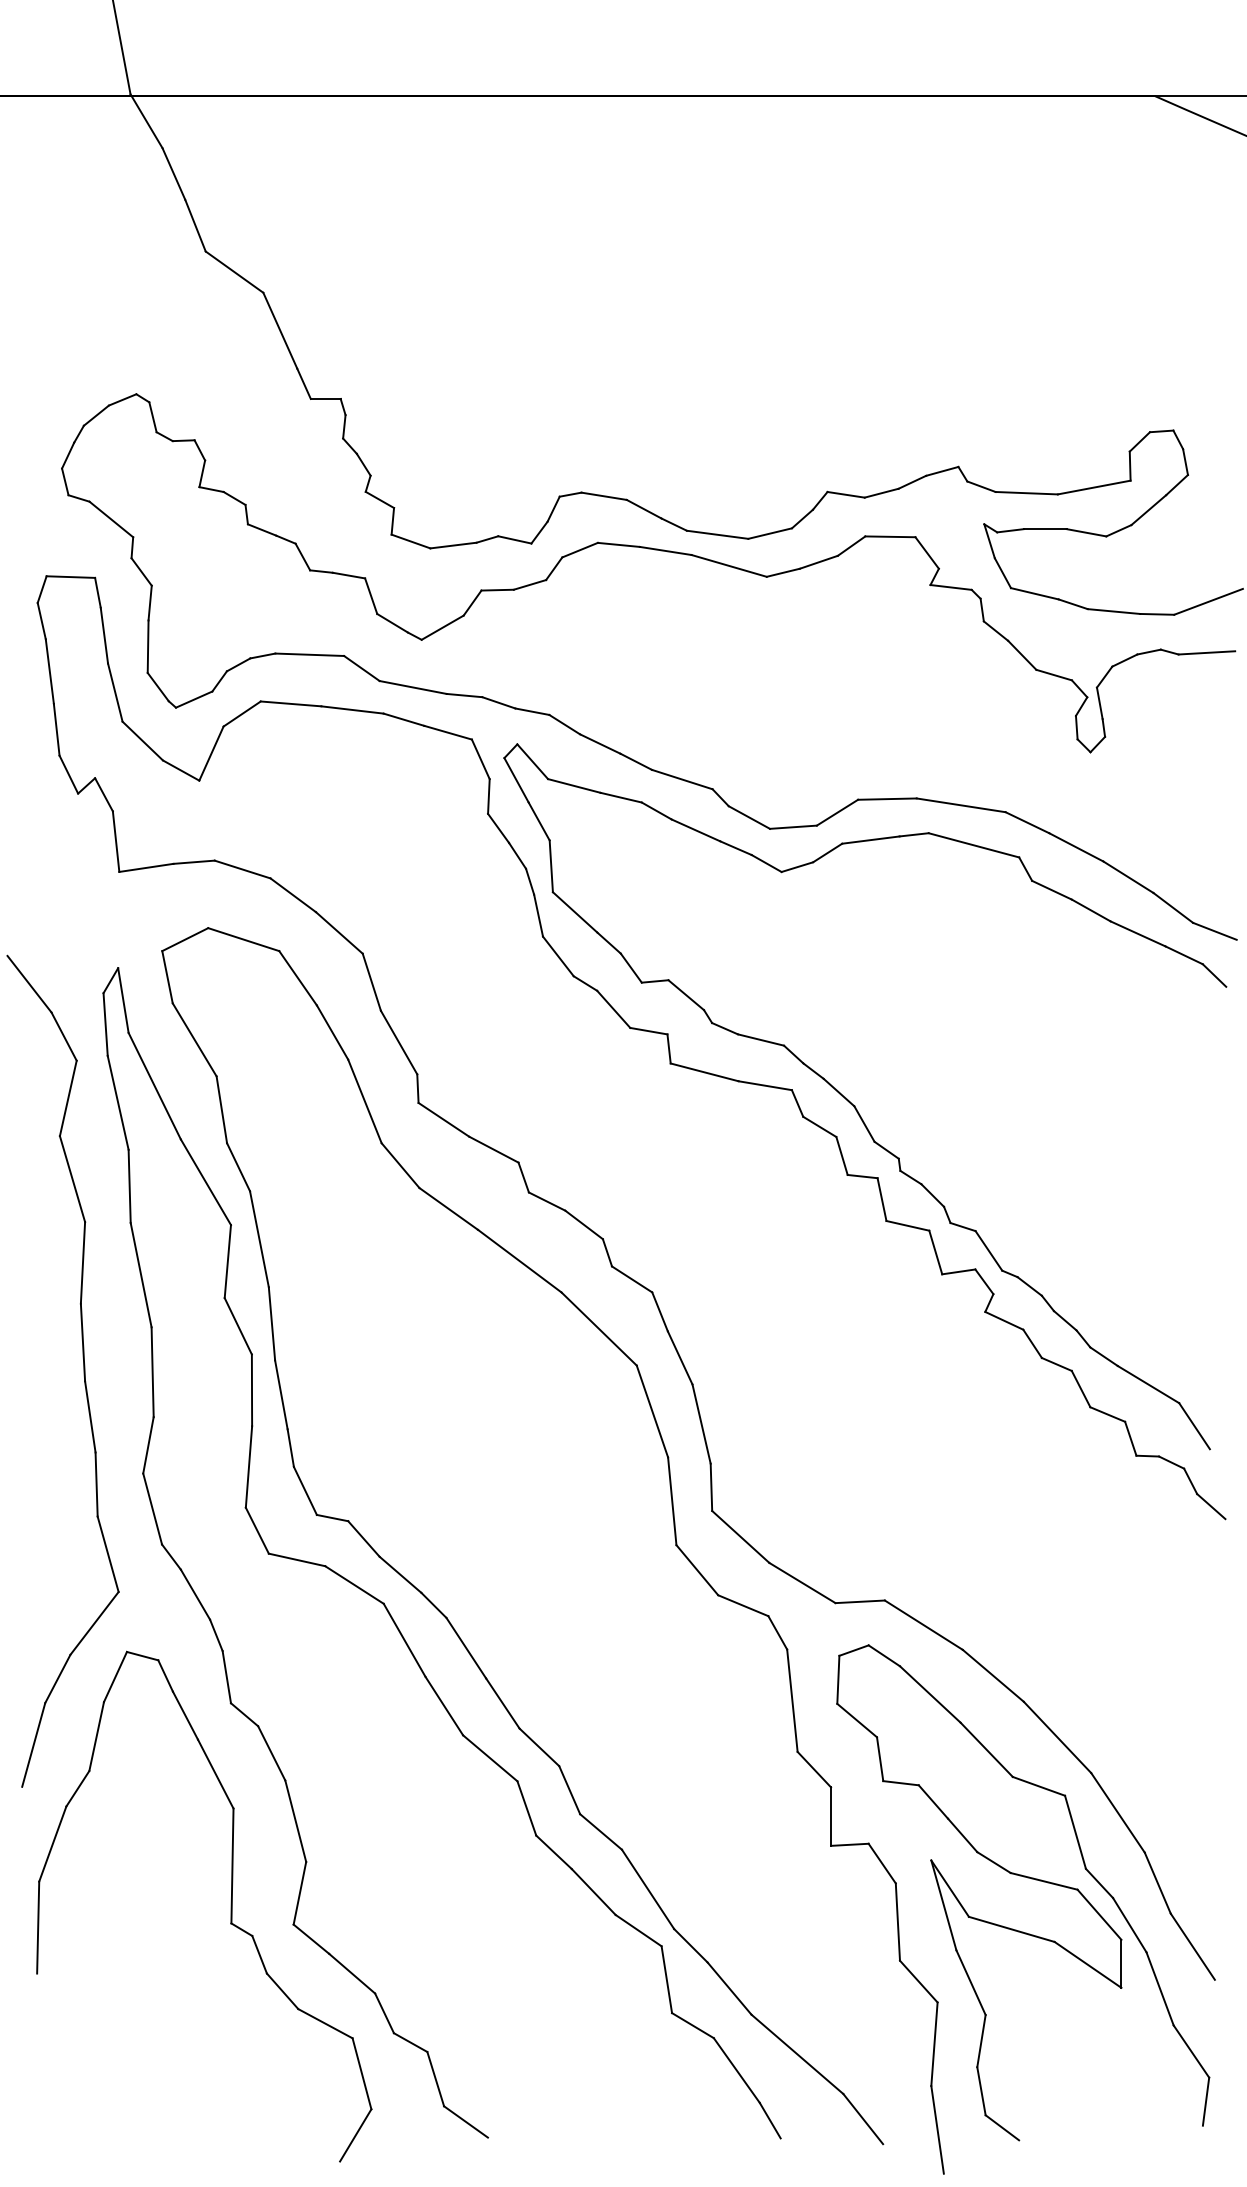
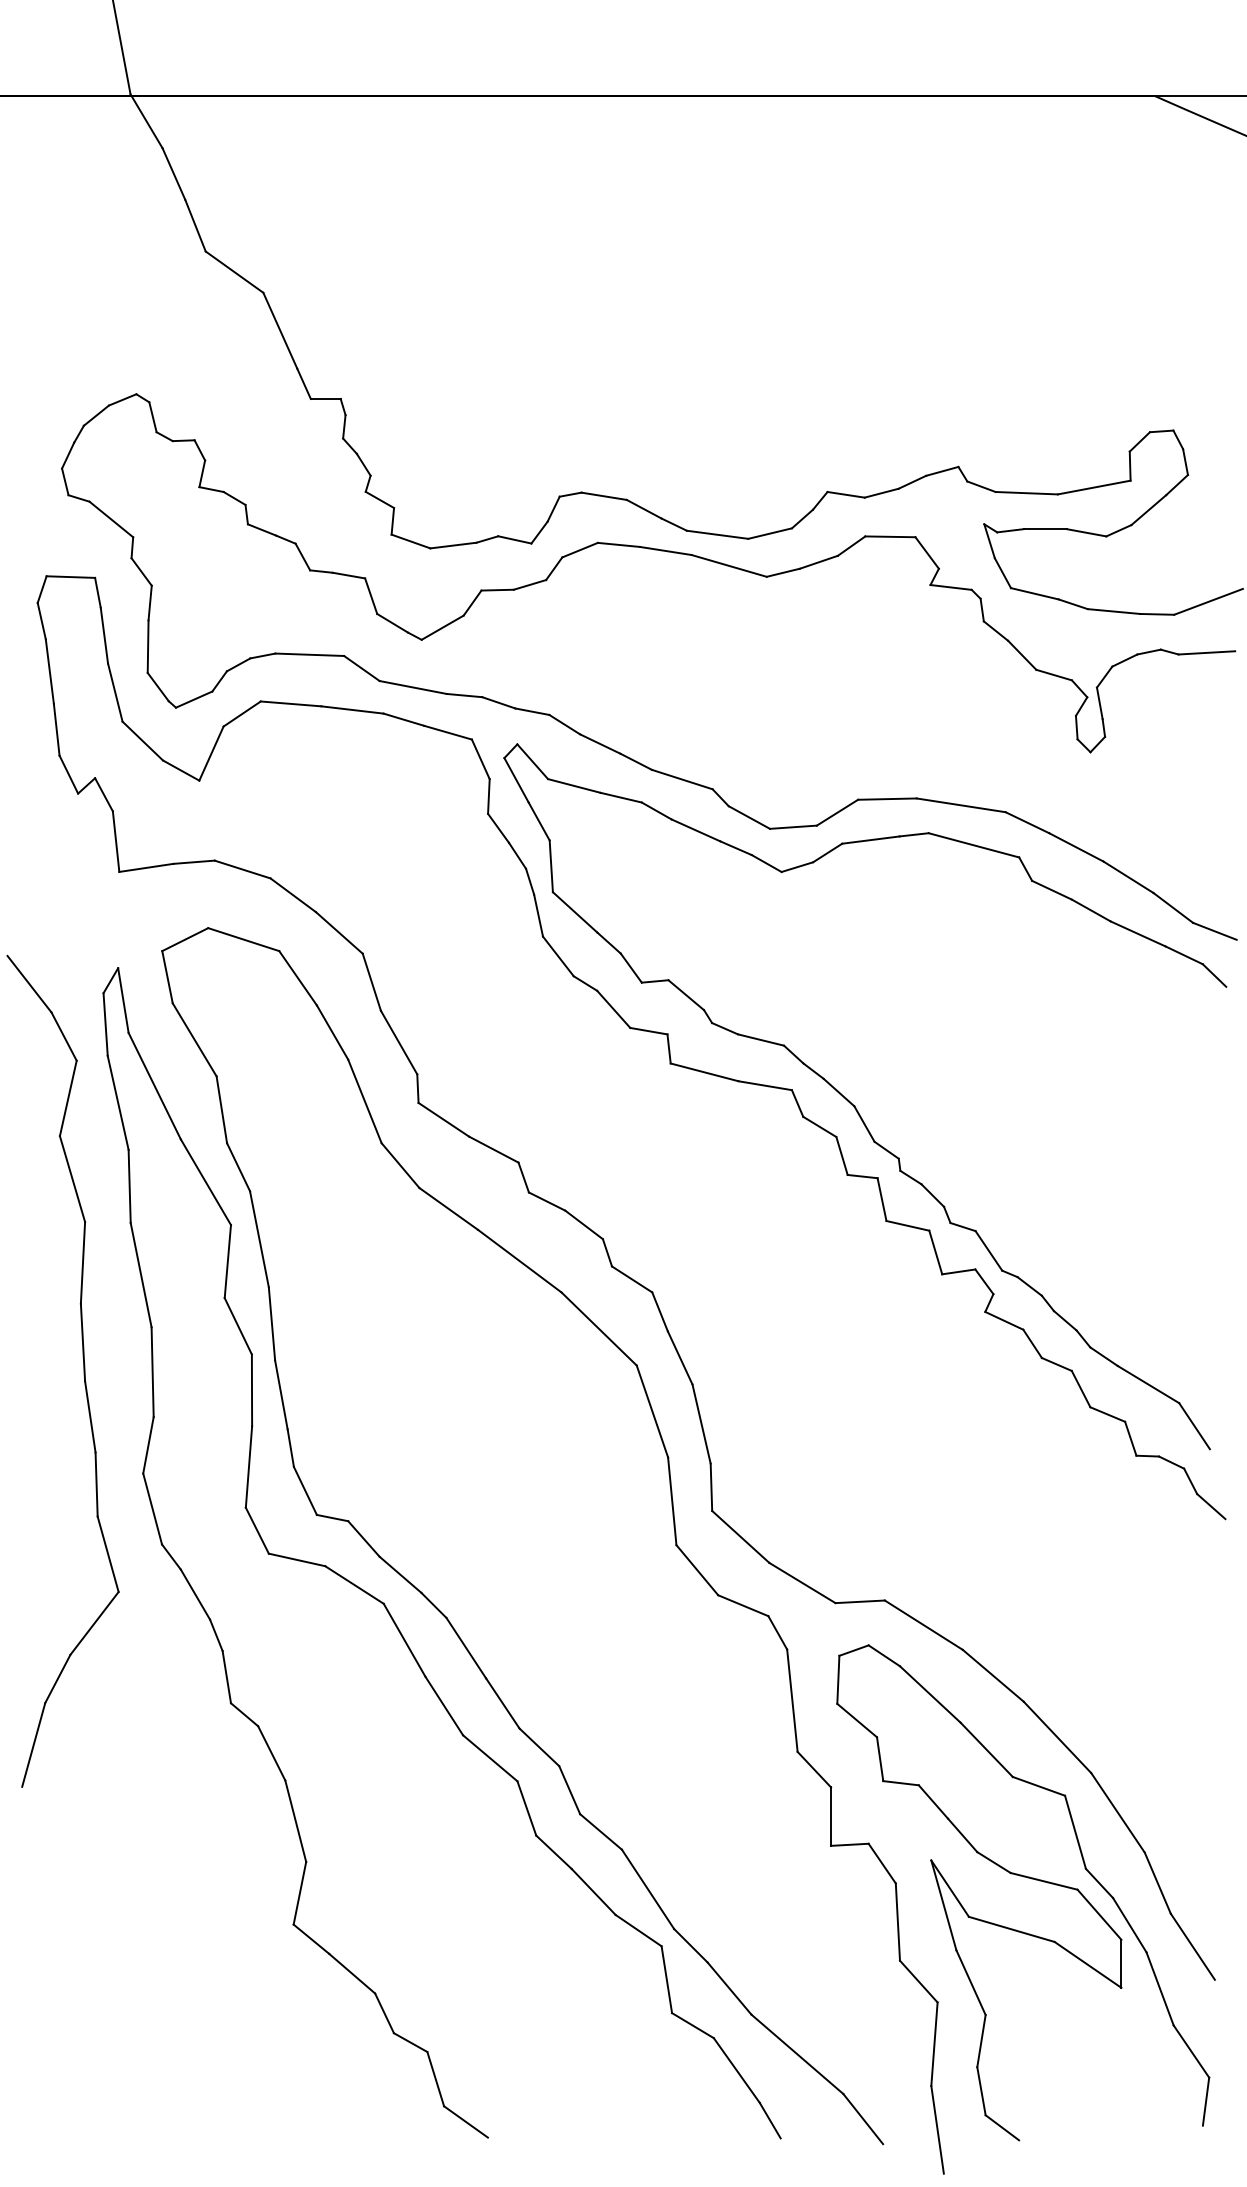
part at (230, 1906): present -> none
